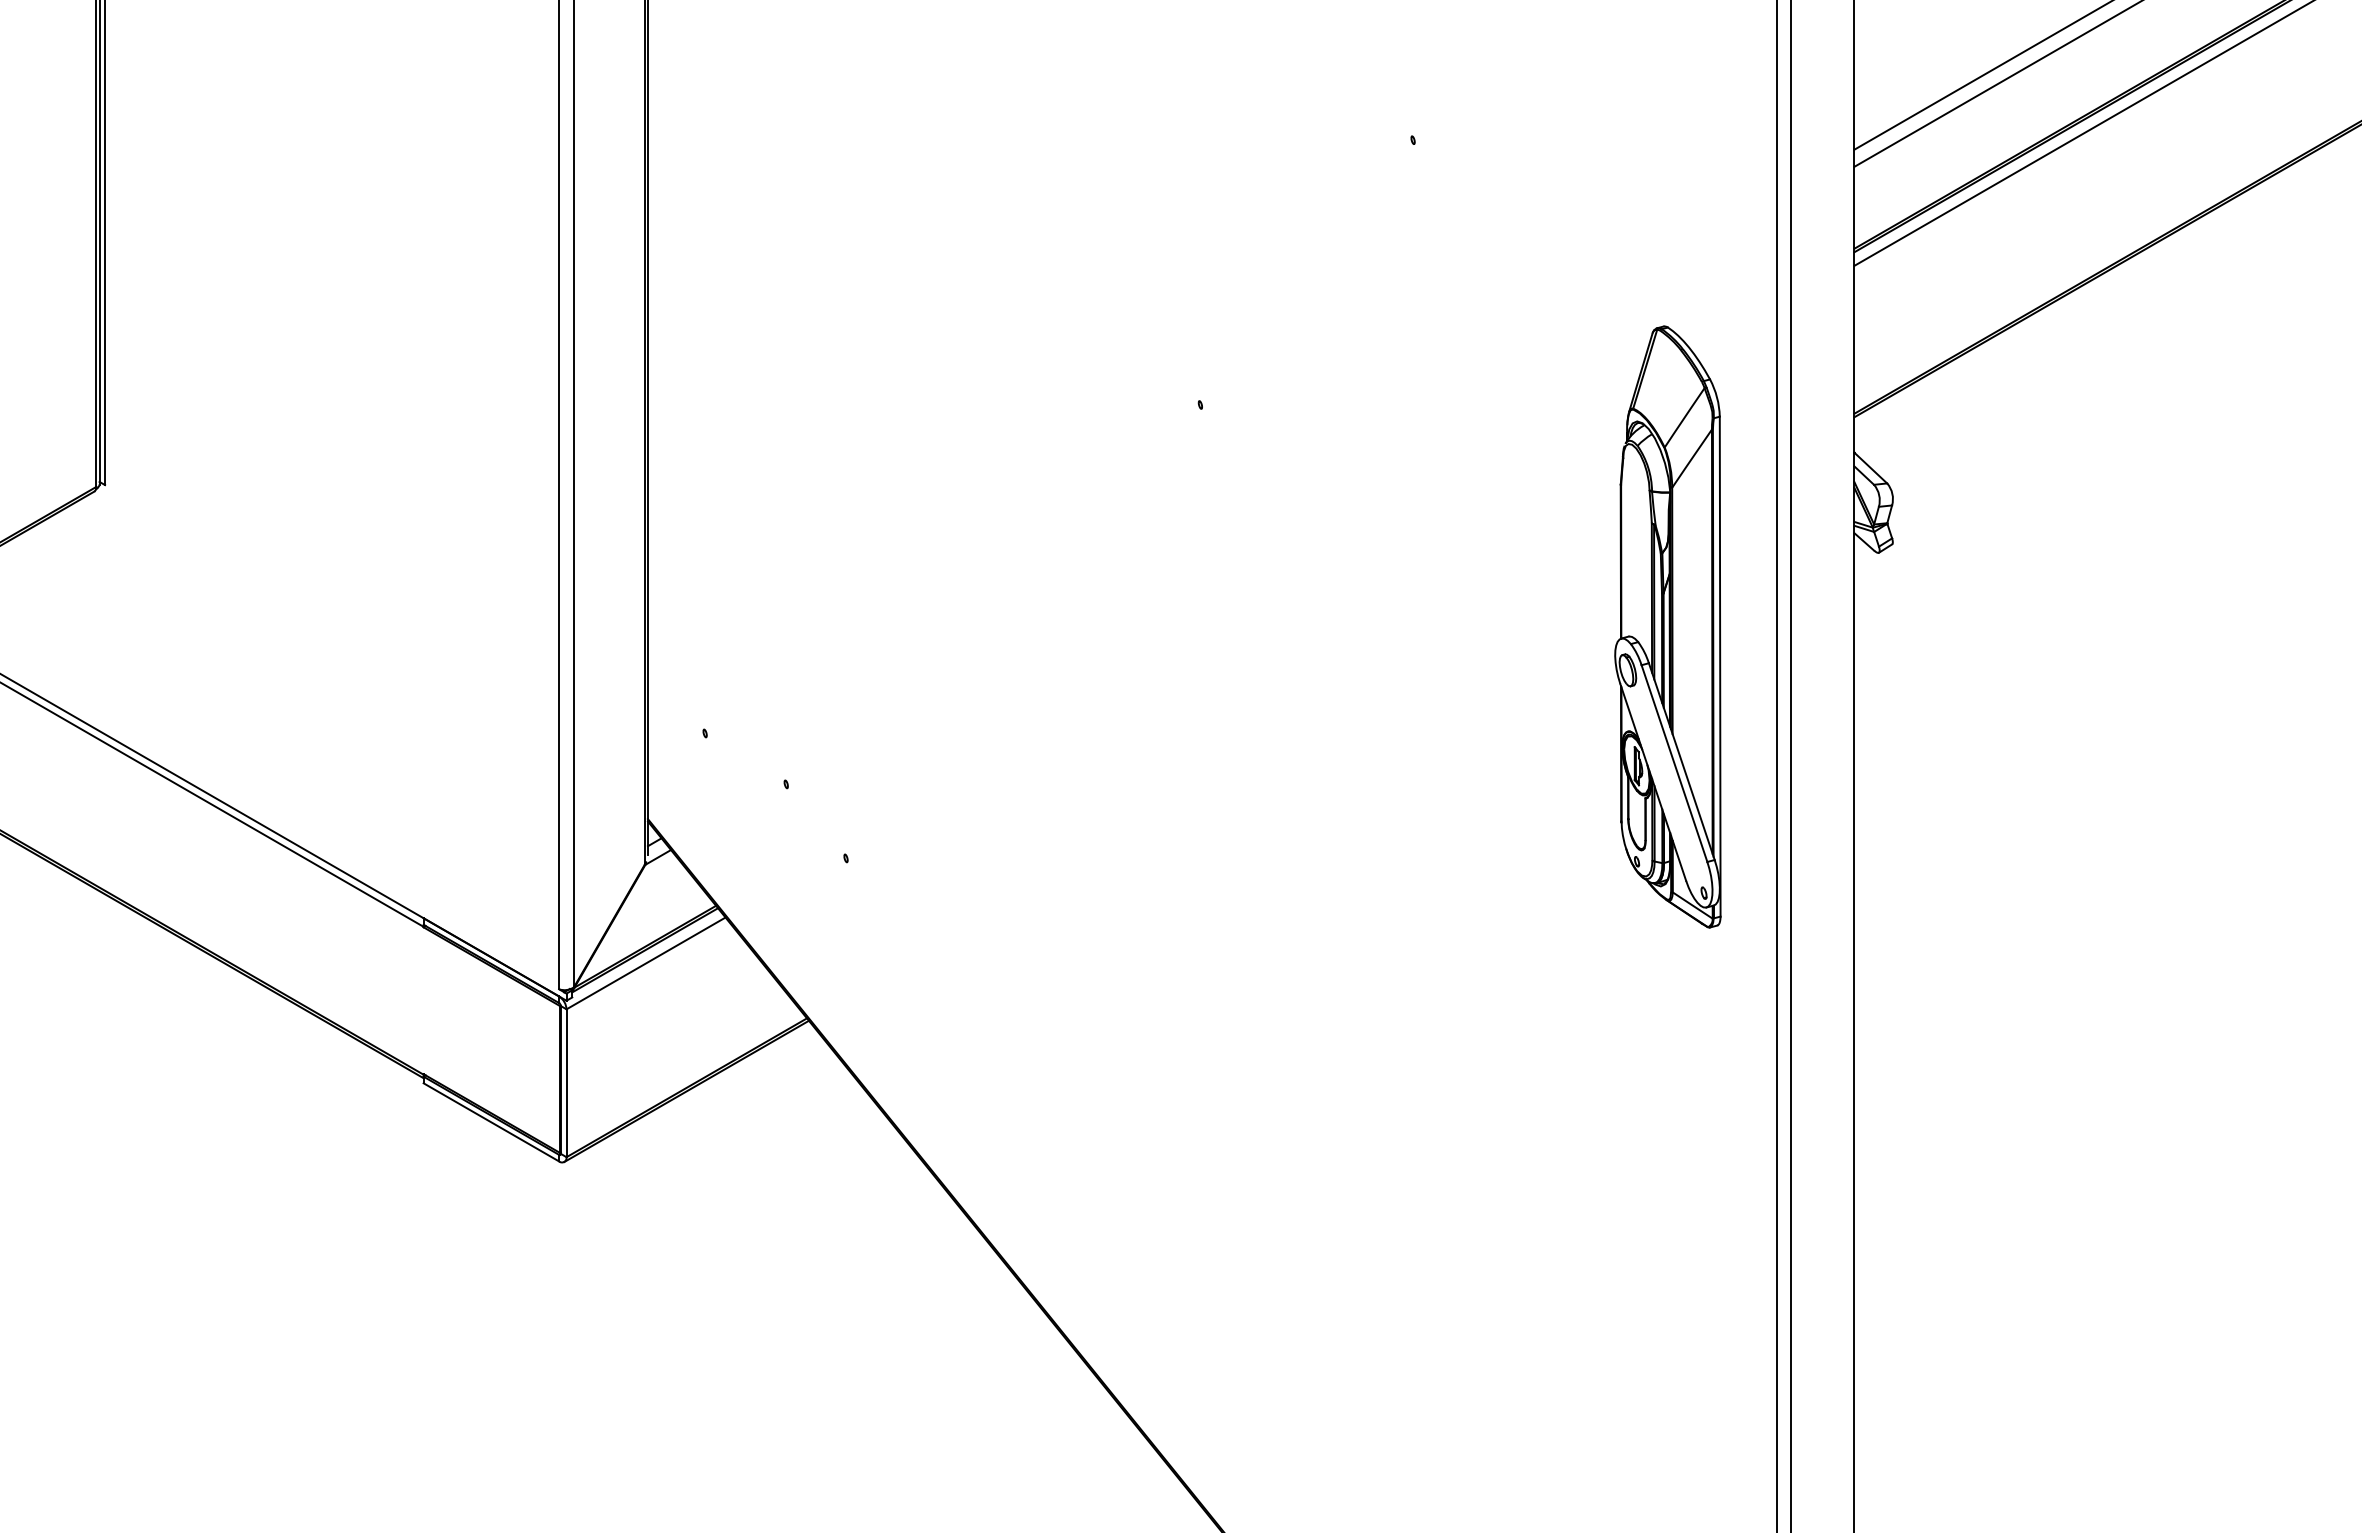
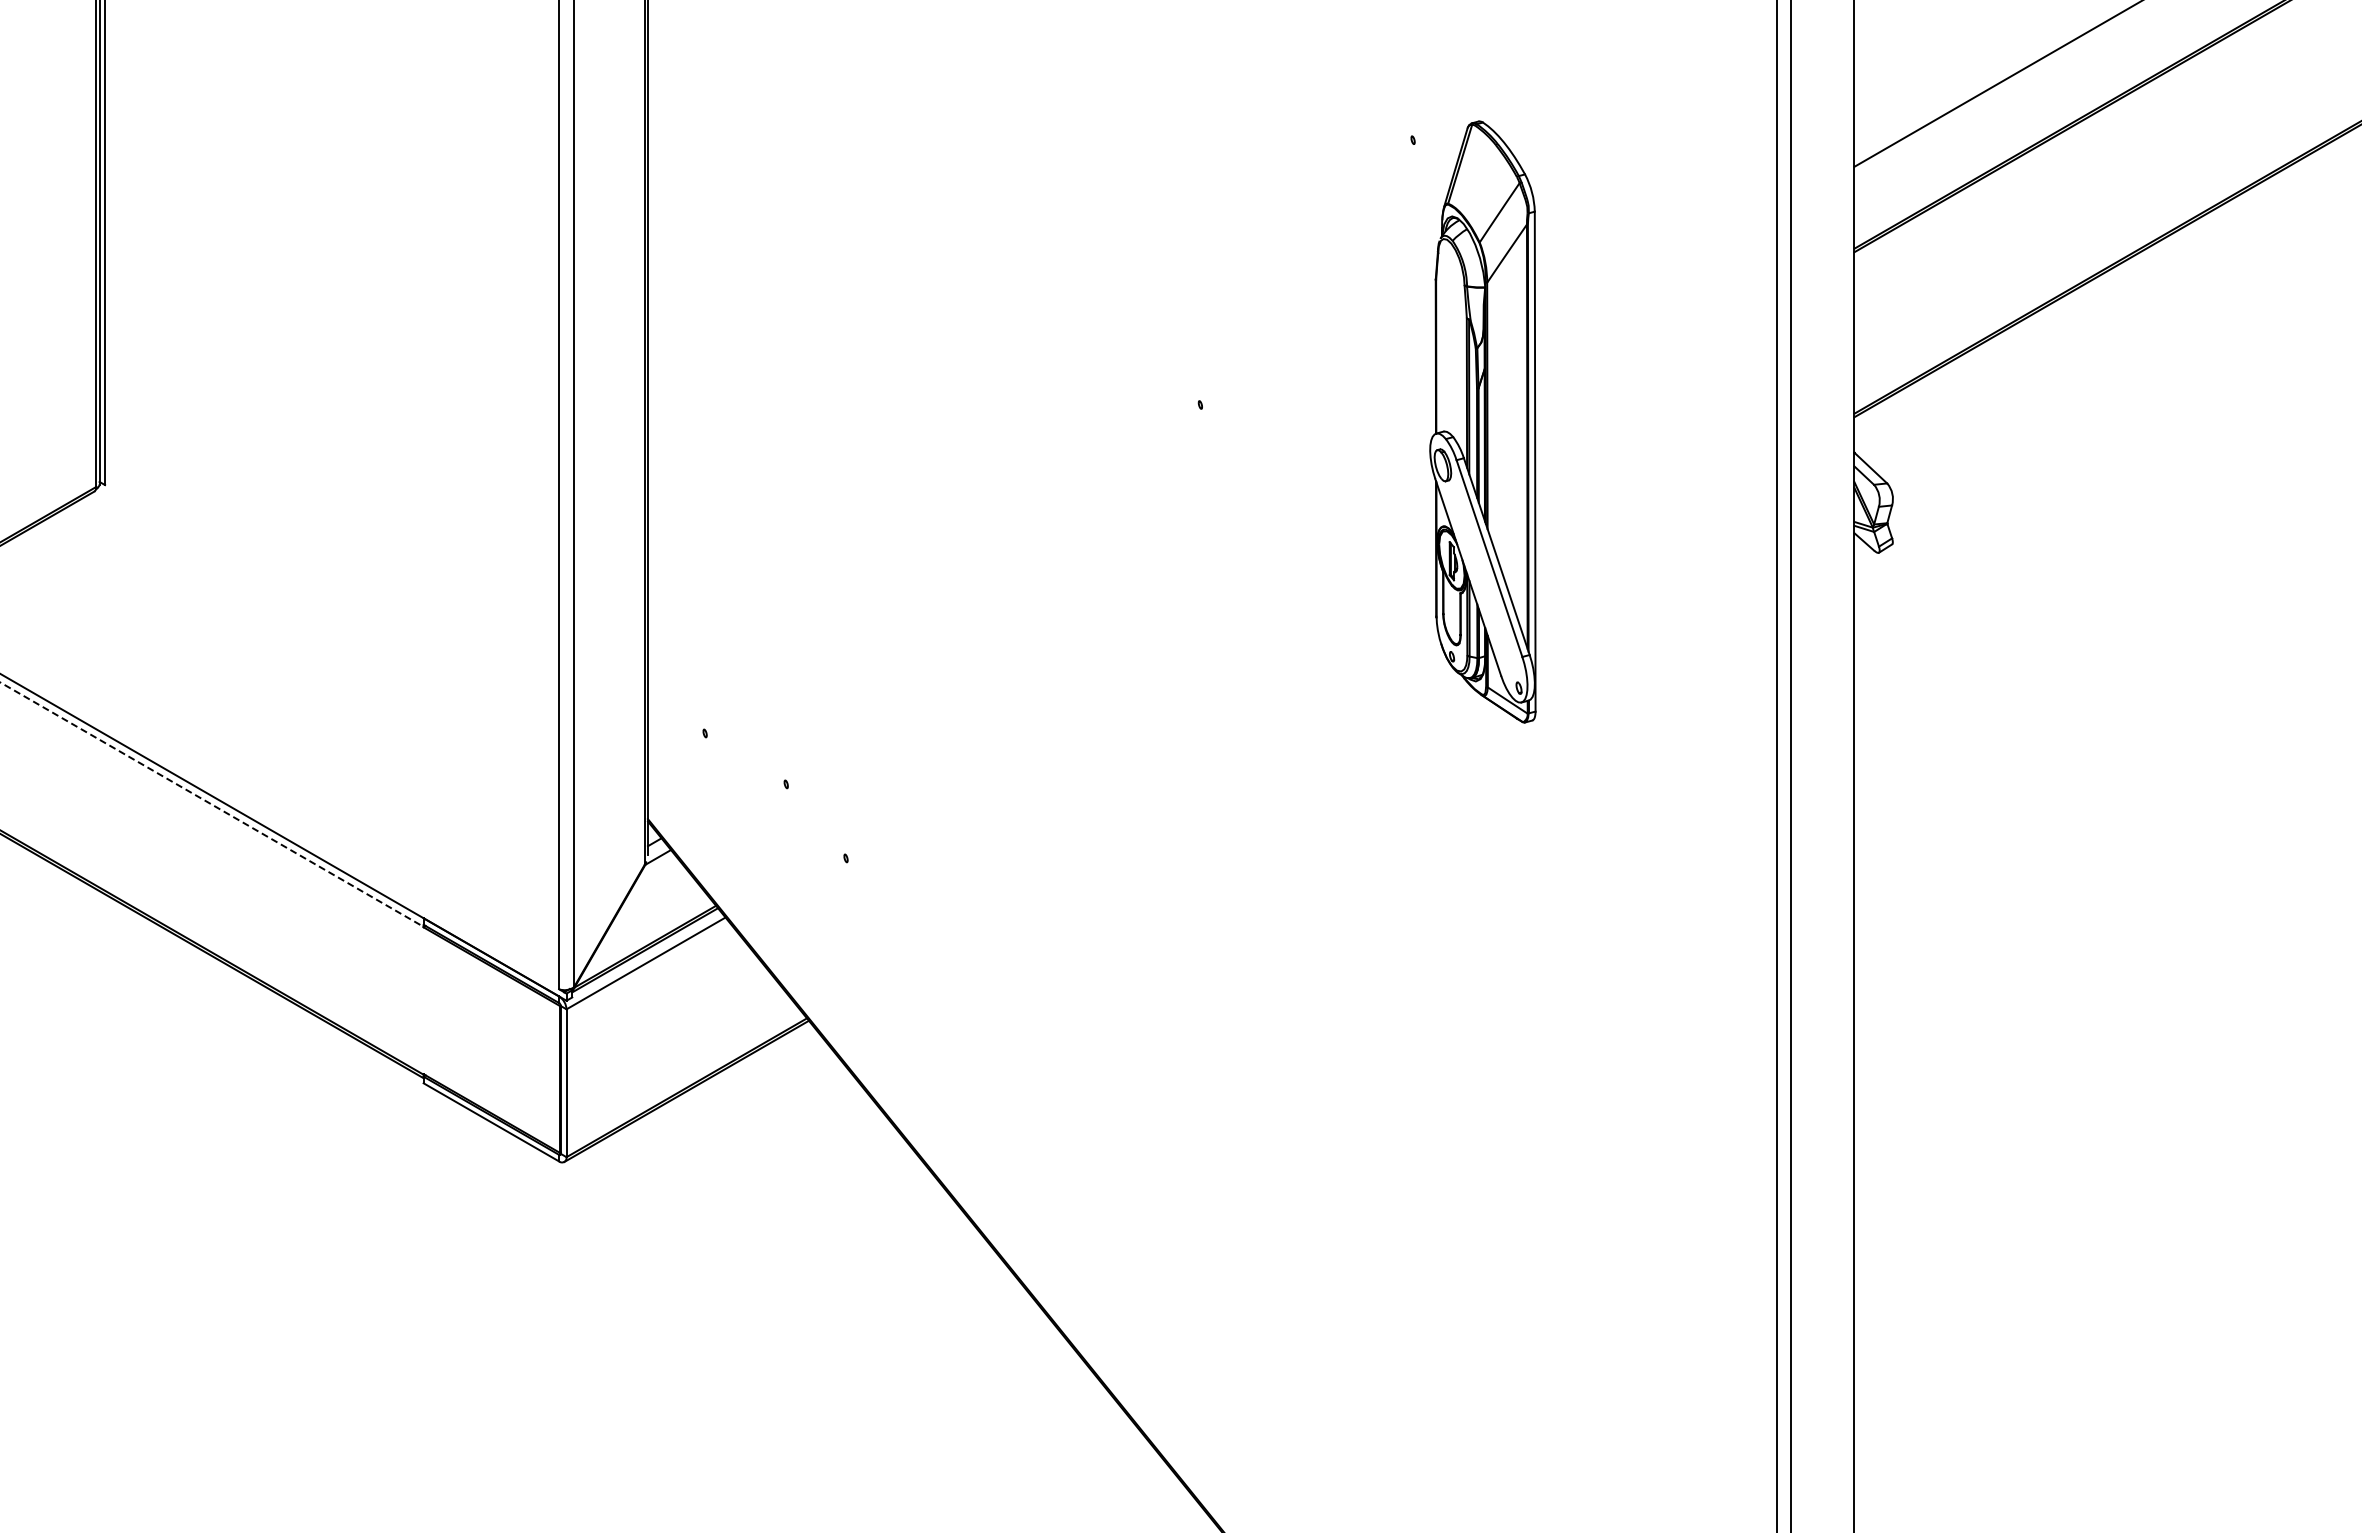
line at (1981, 75): present -> none
line at (2082, 133): present -> none
part at (1667, 626) position: (1667, 626) -> (1482, 421)
line at (212, 804): solid -> dashed
